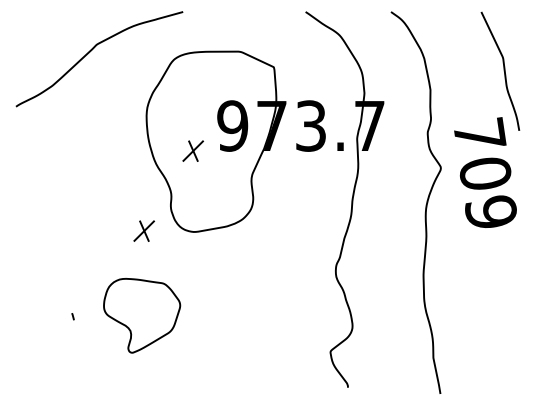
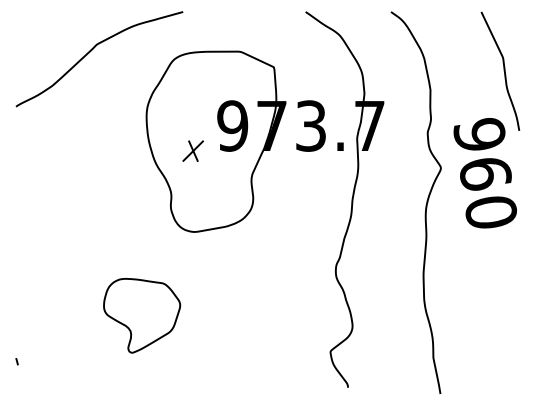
text at (484, 172): 709 -> 960
part at (143, 230): present -> none
line at (72, 316) position: (72, 316) -> (16, 361)
